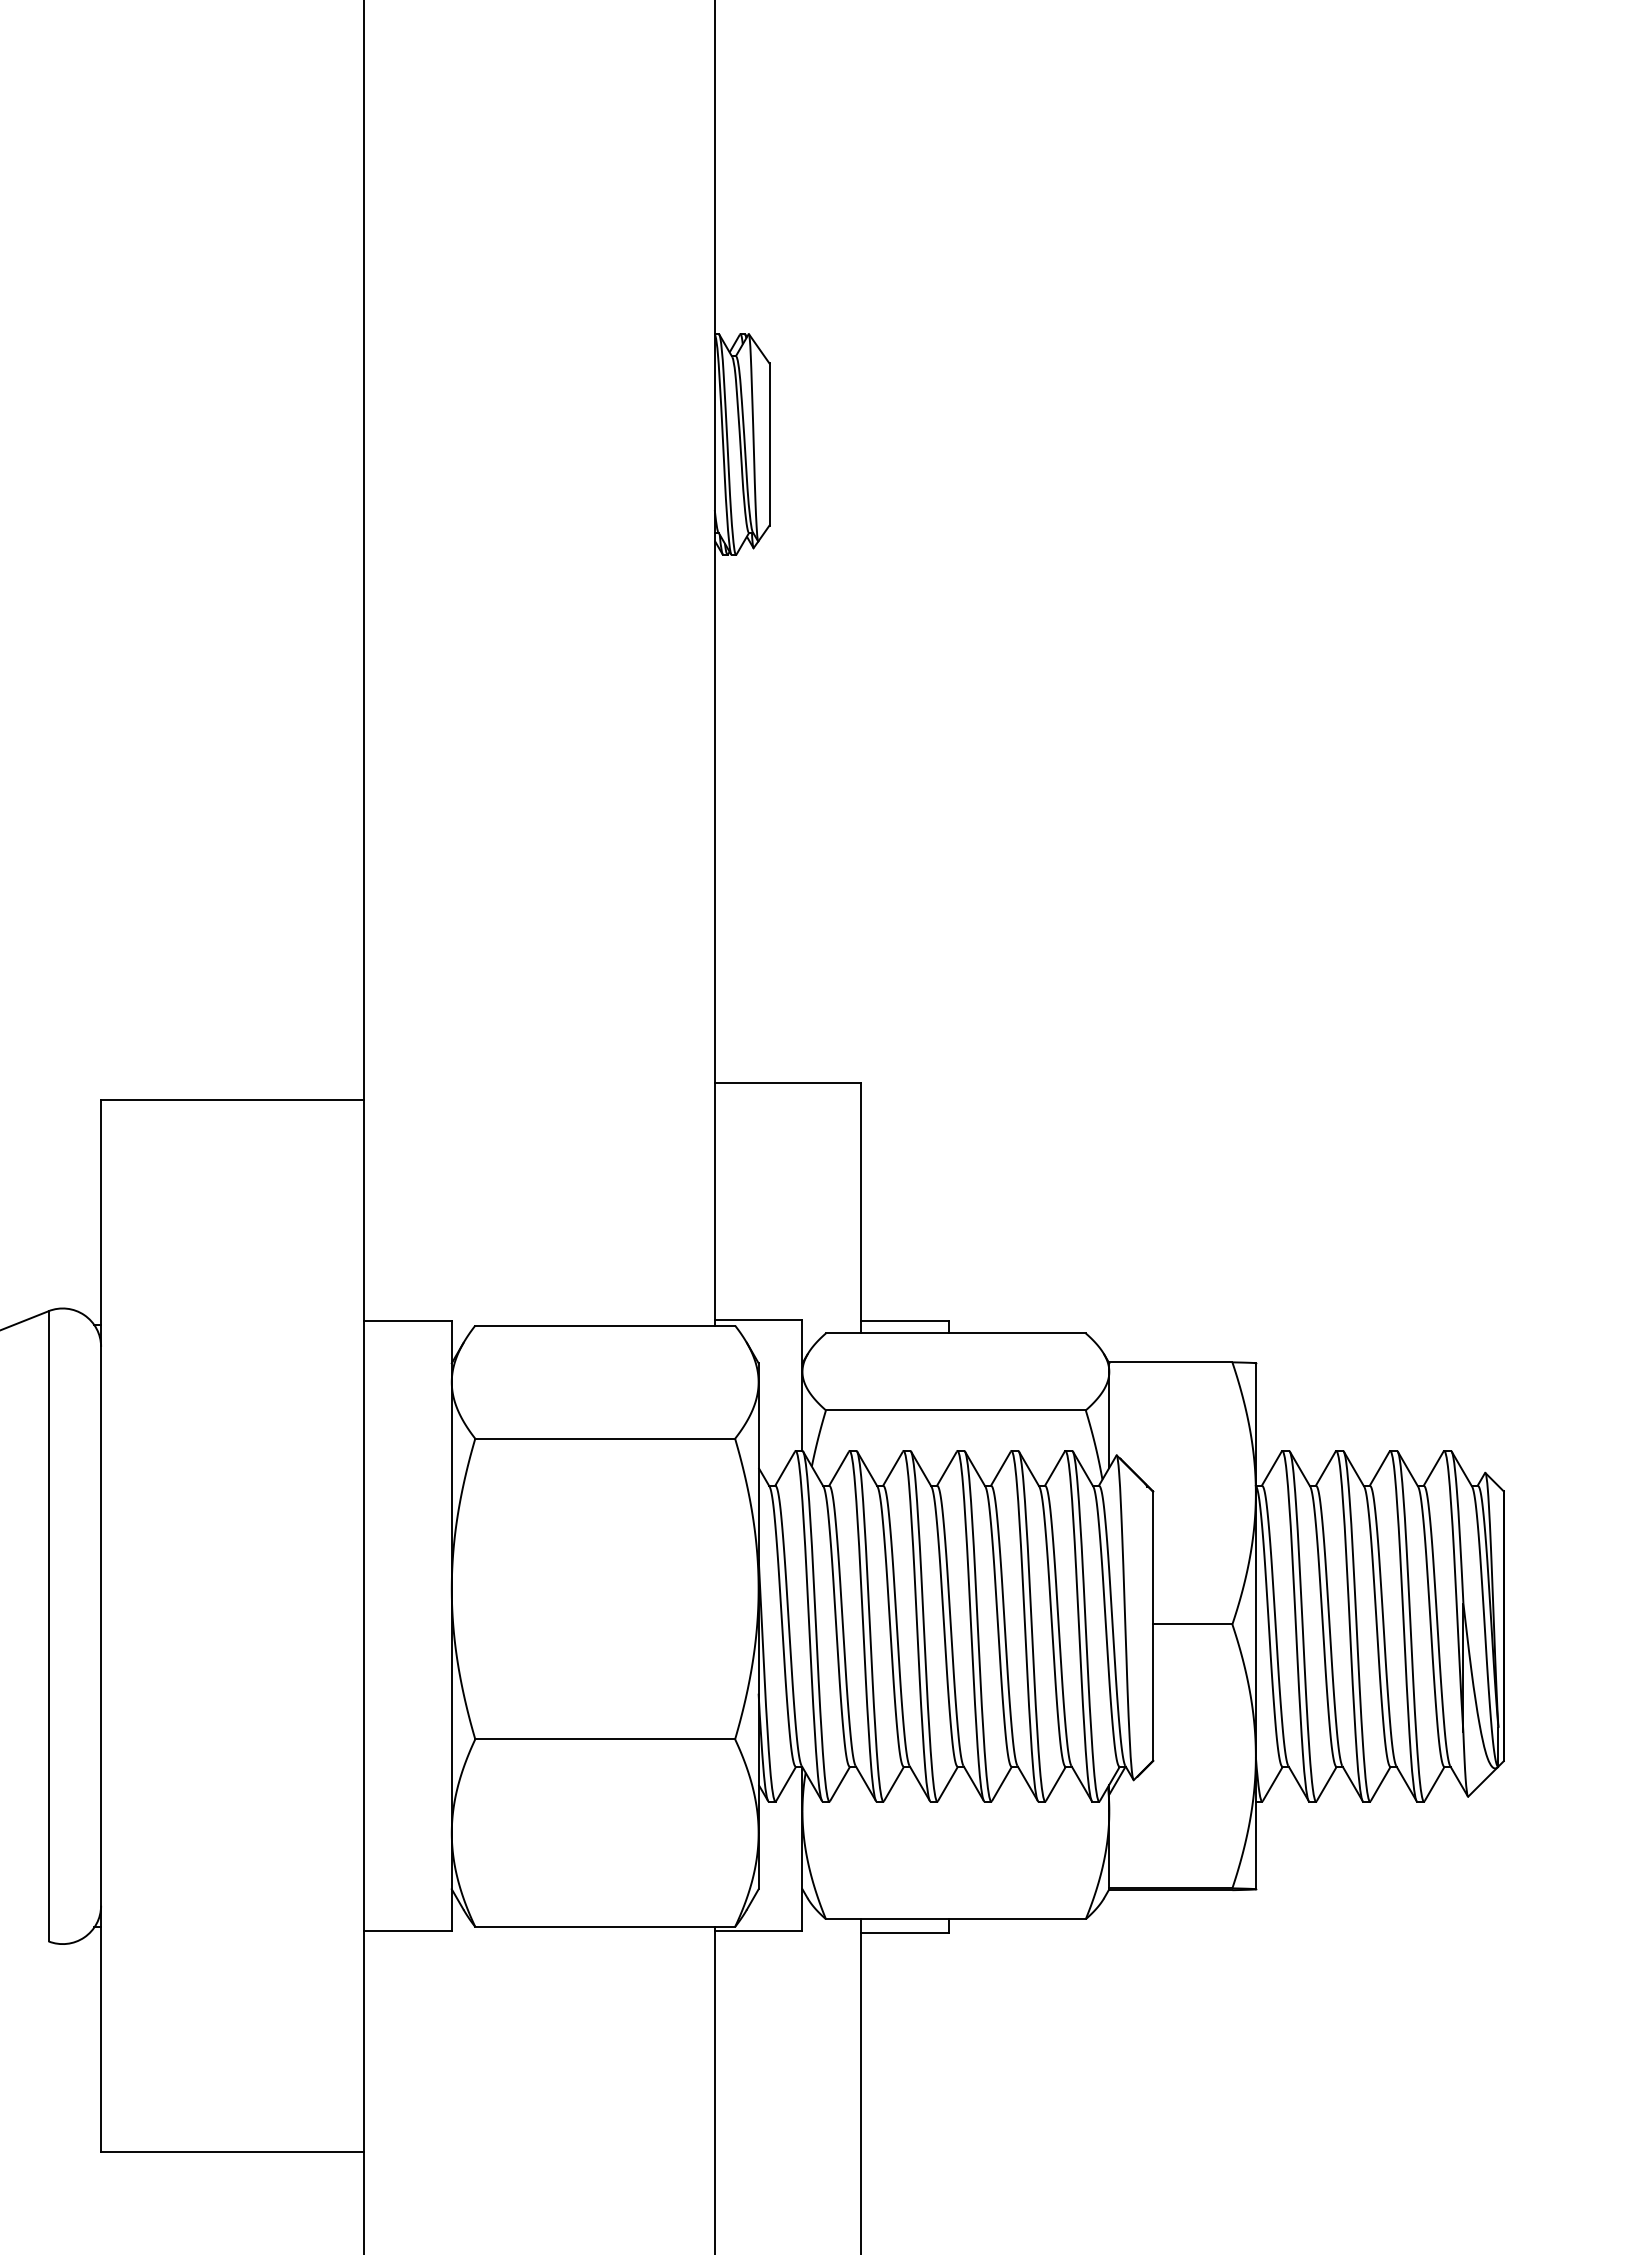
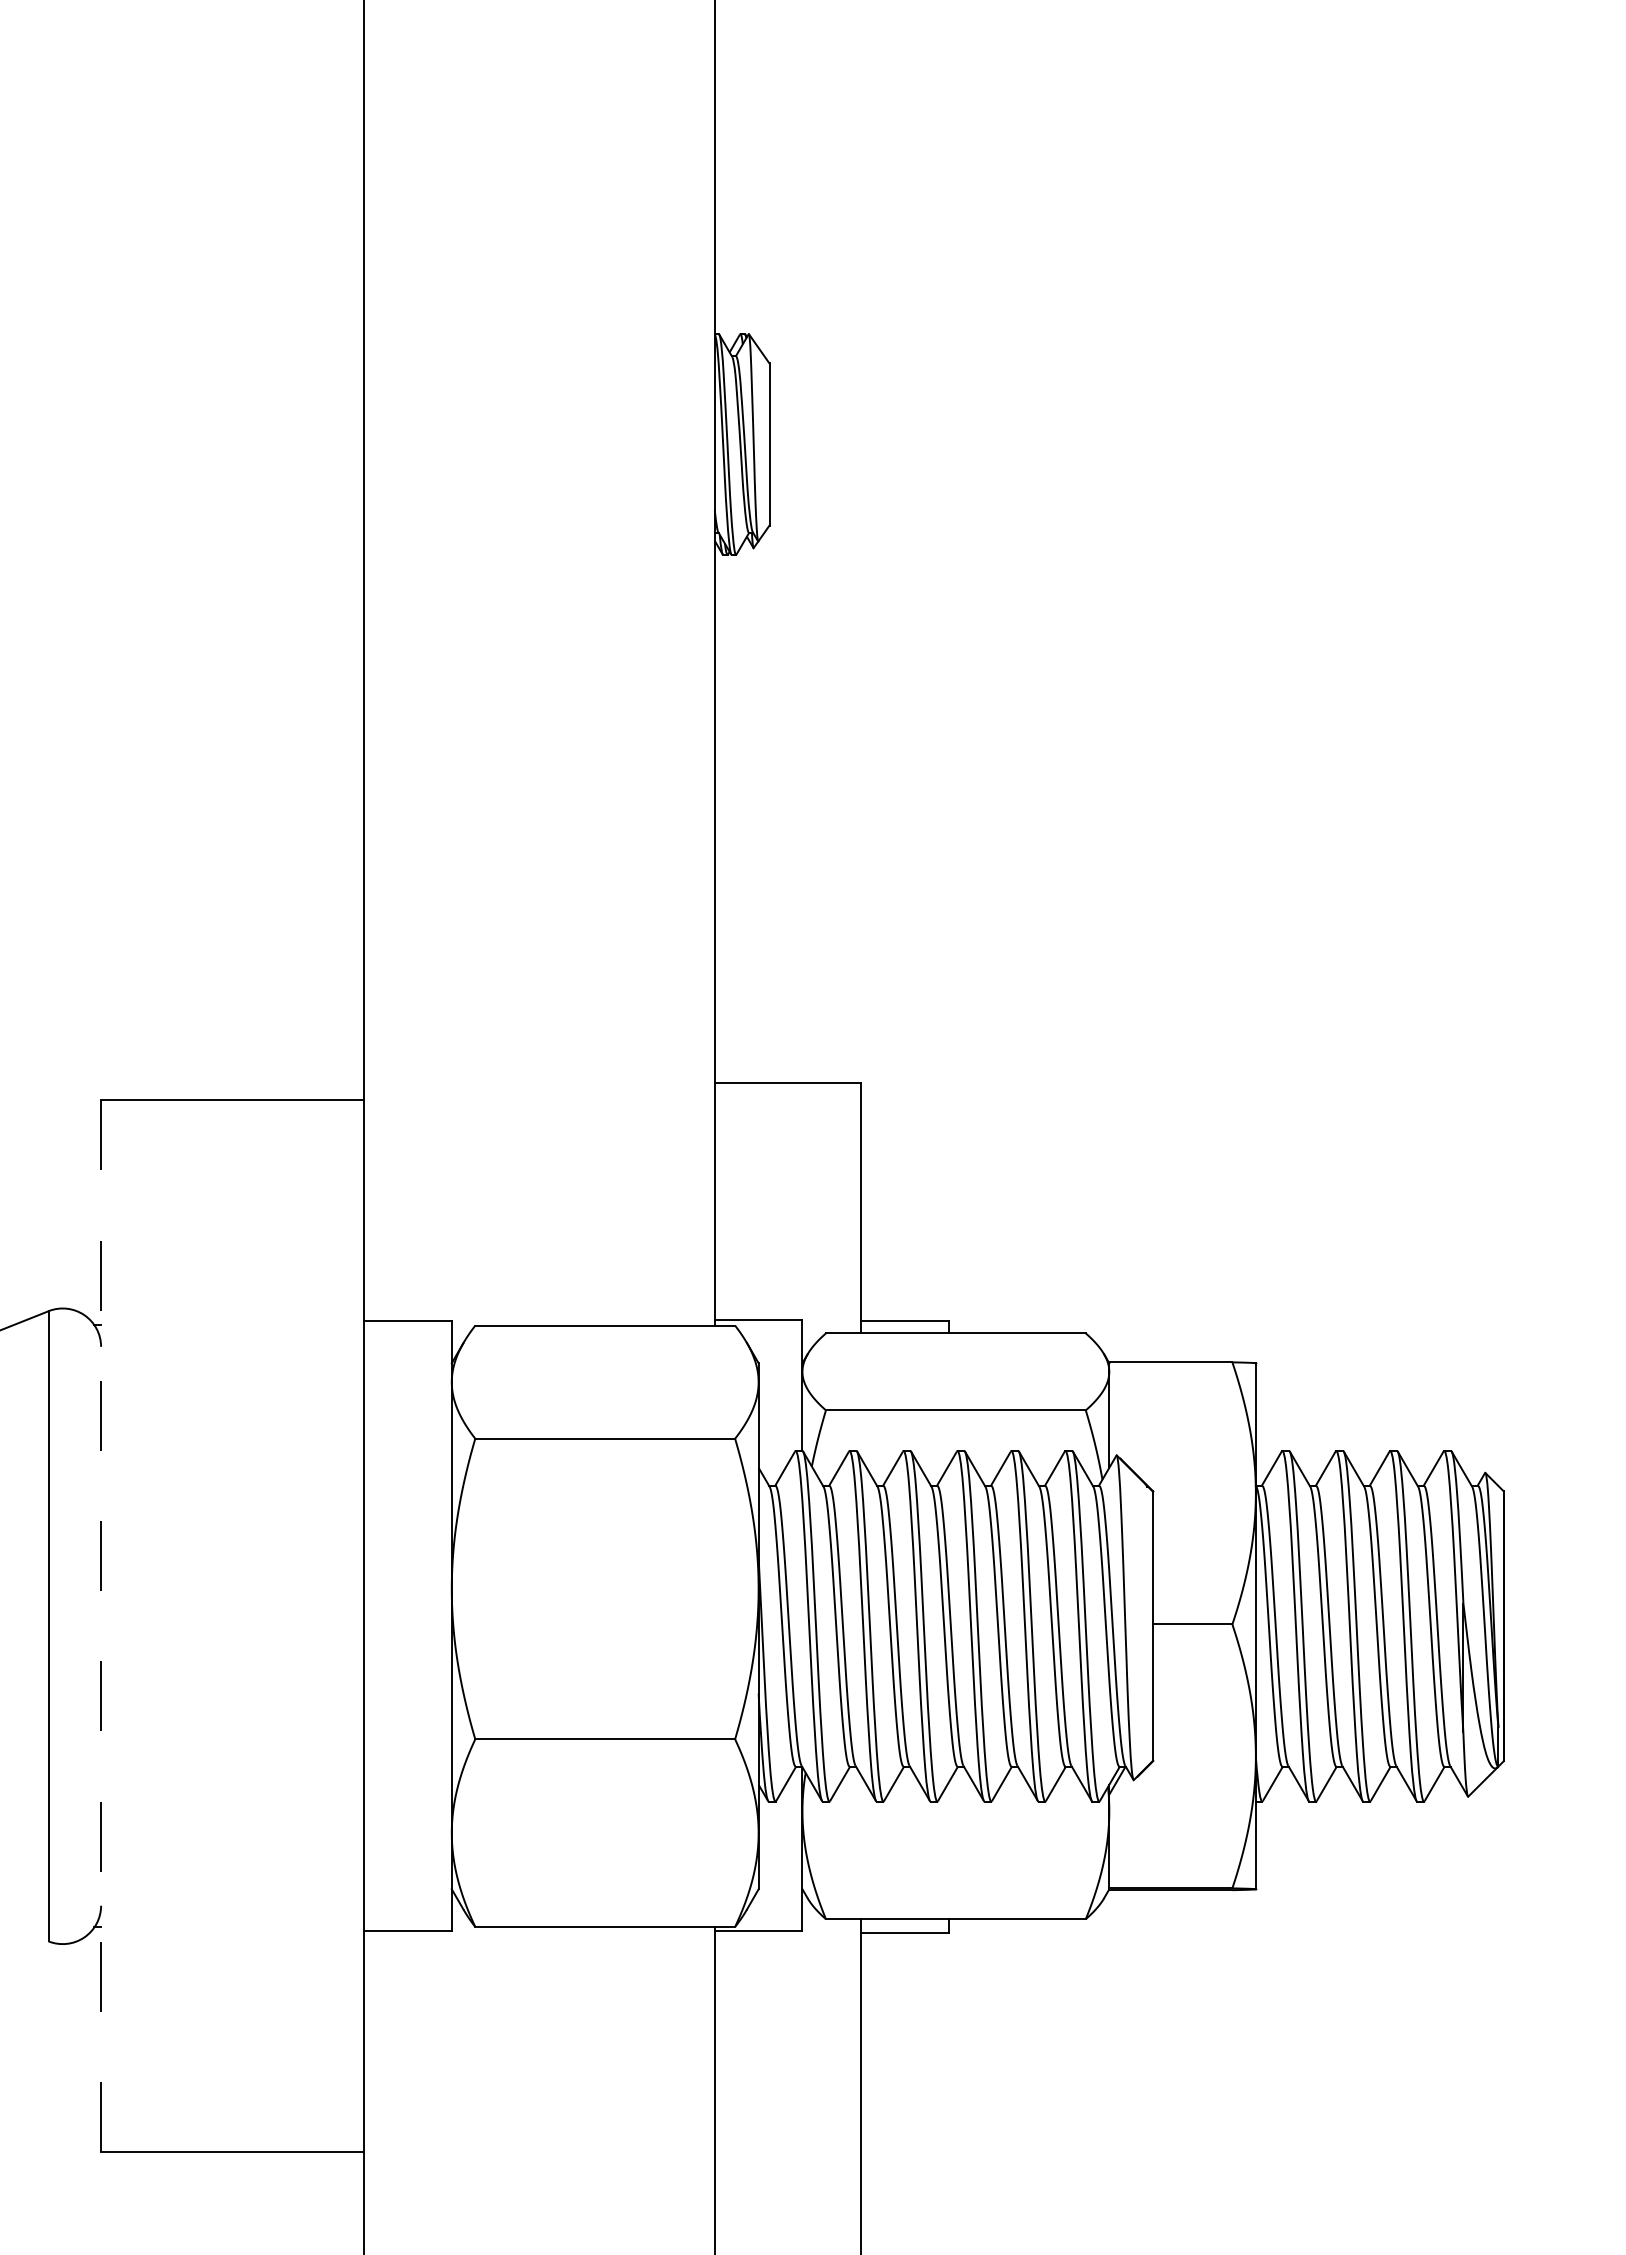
line at (101, 1625): solid -> dashed
